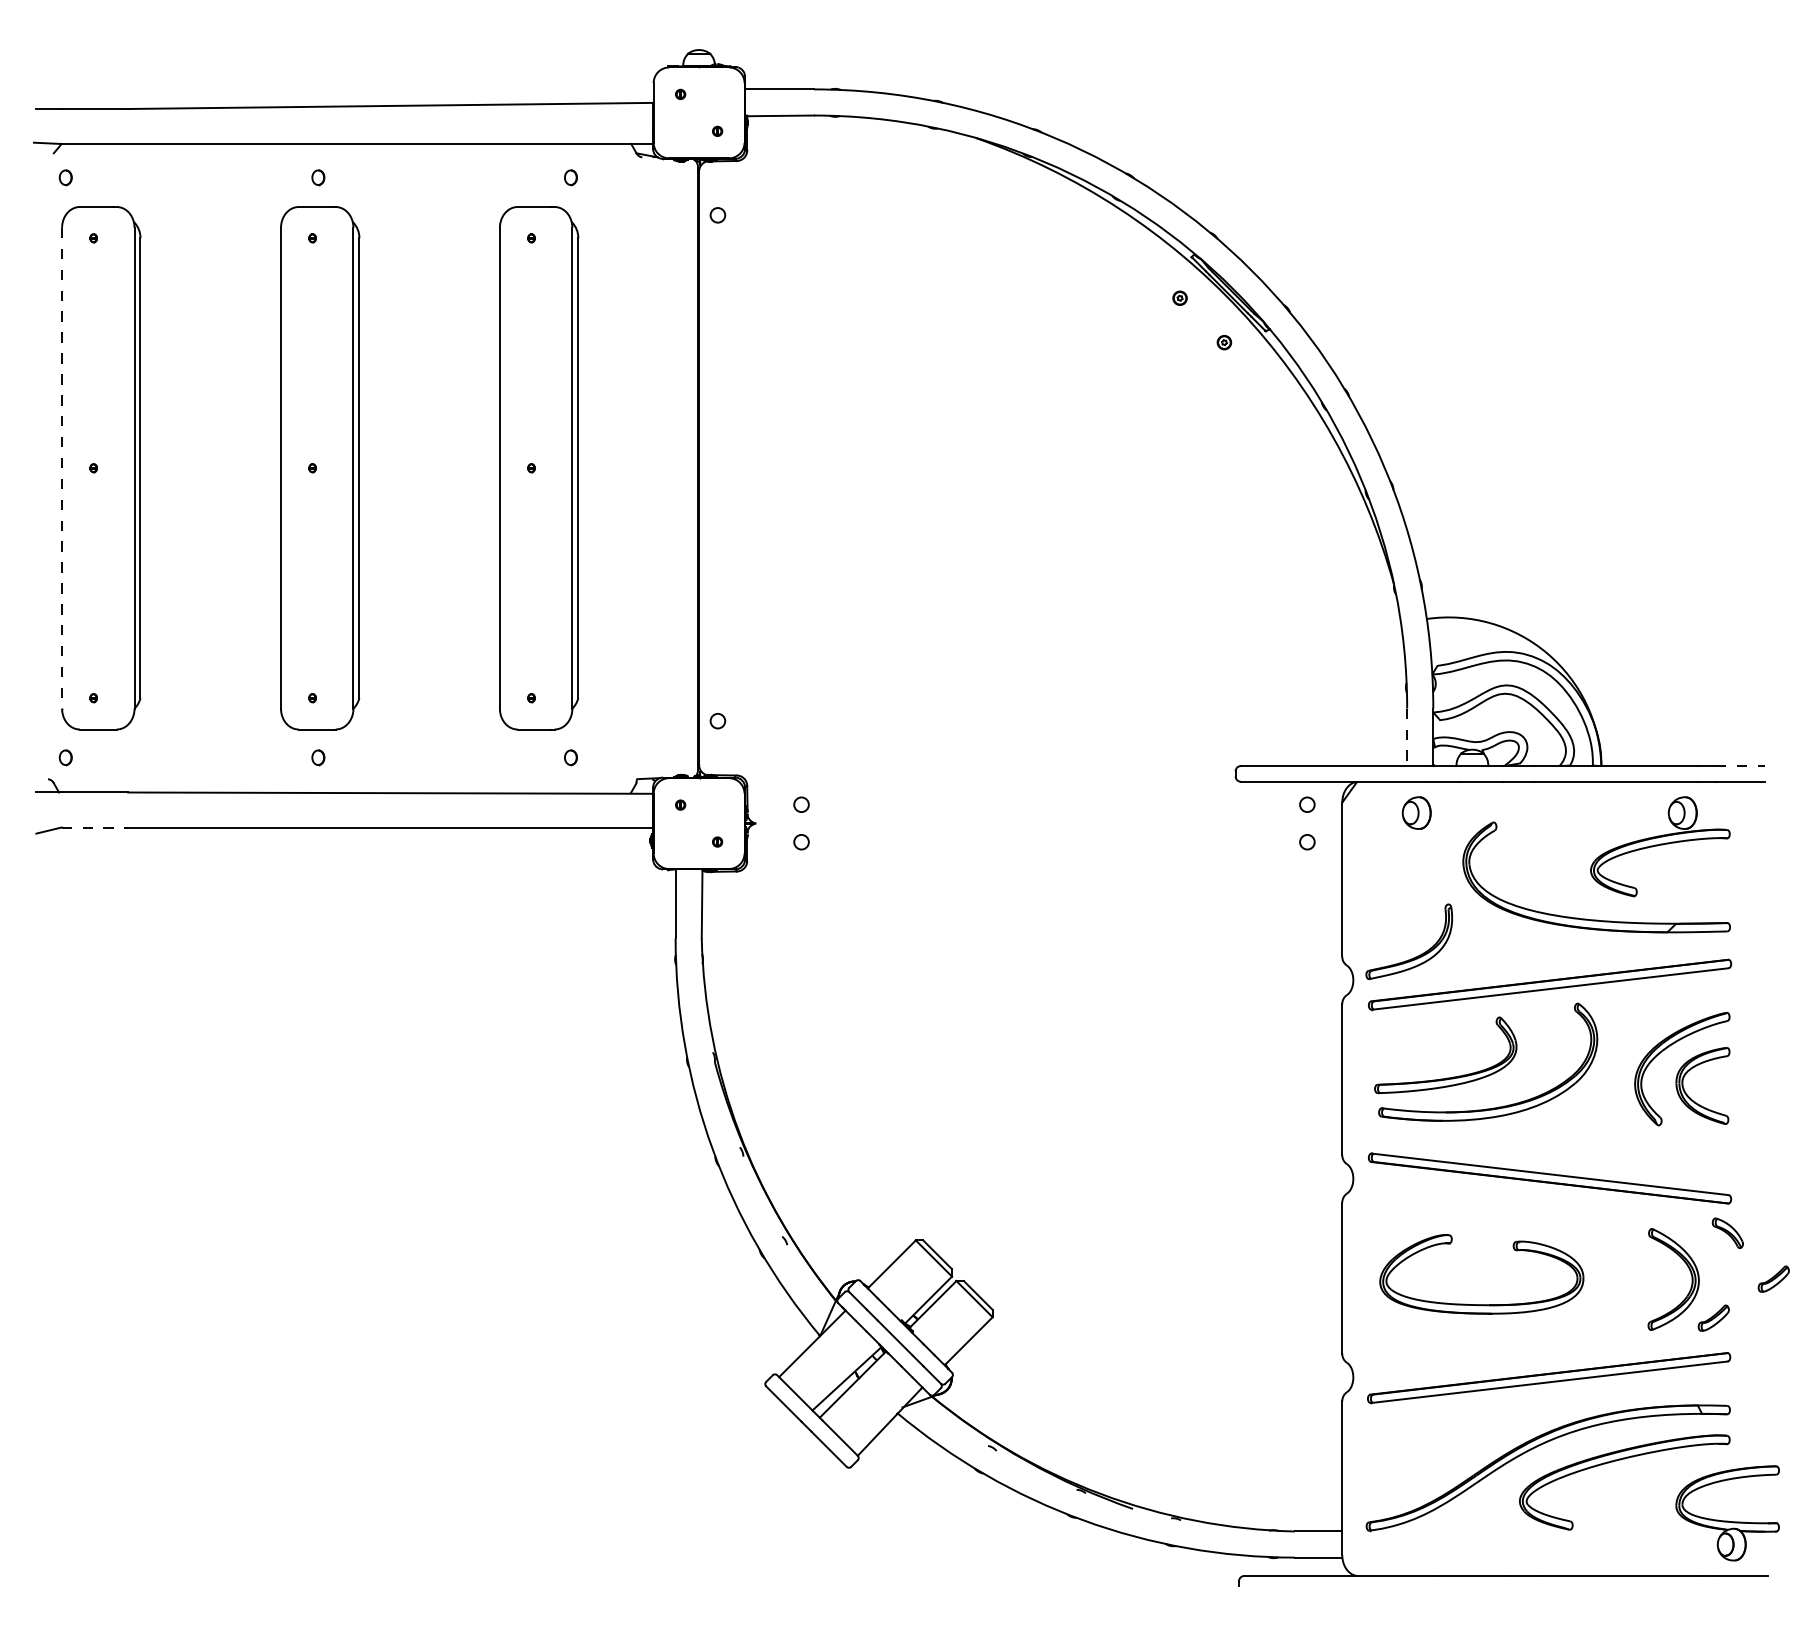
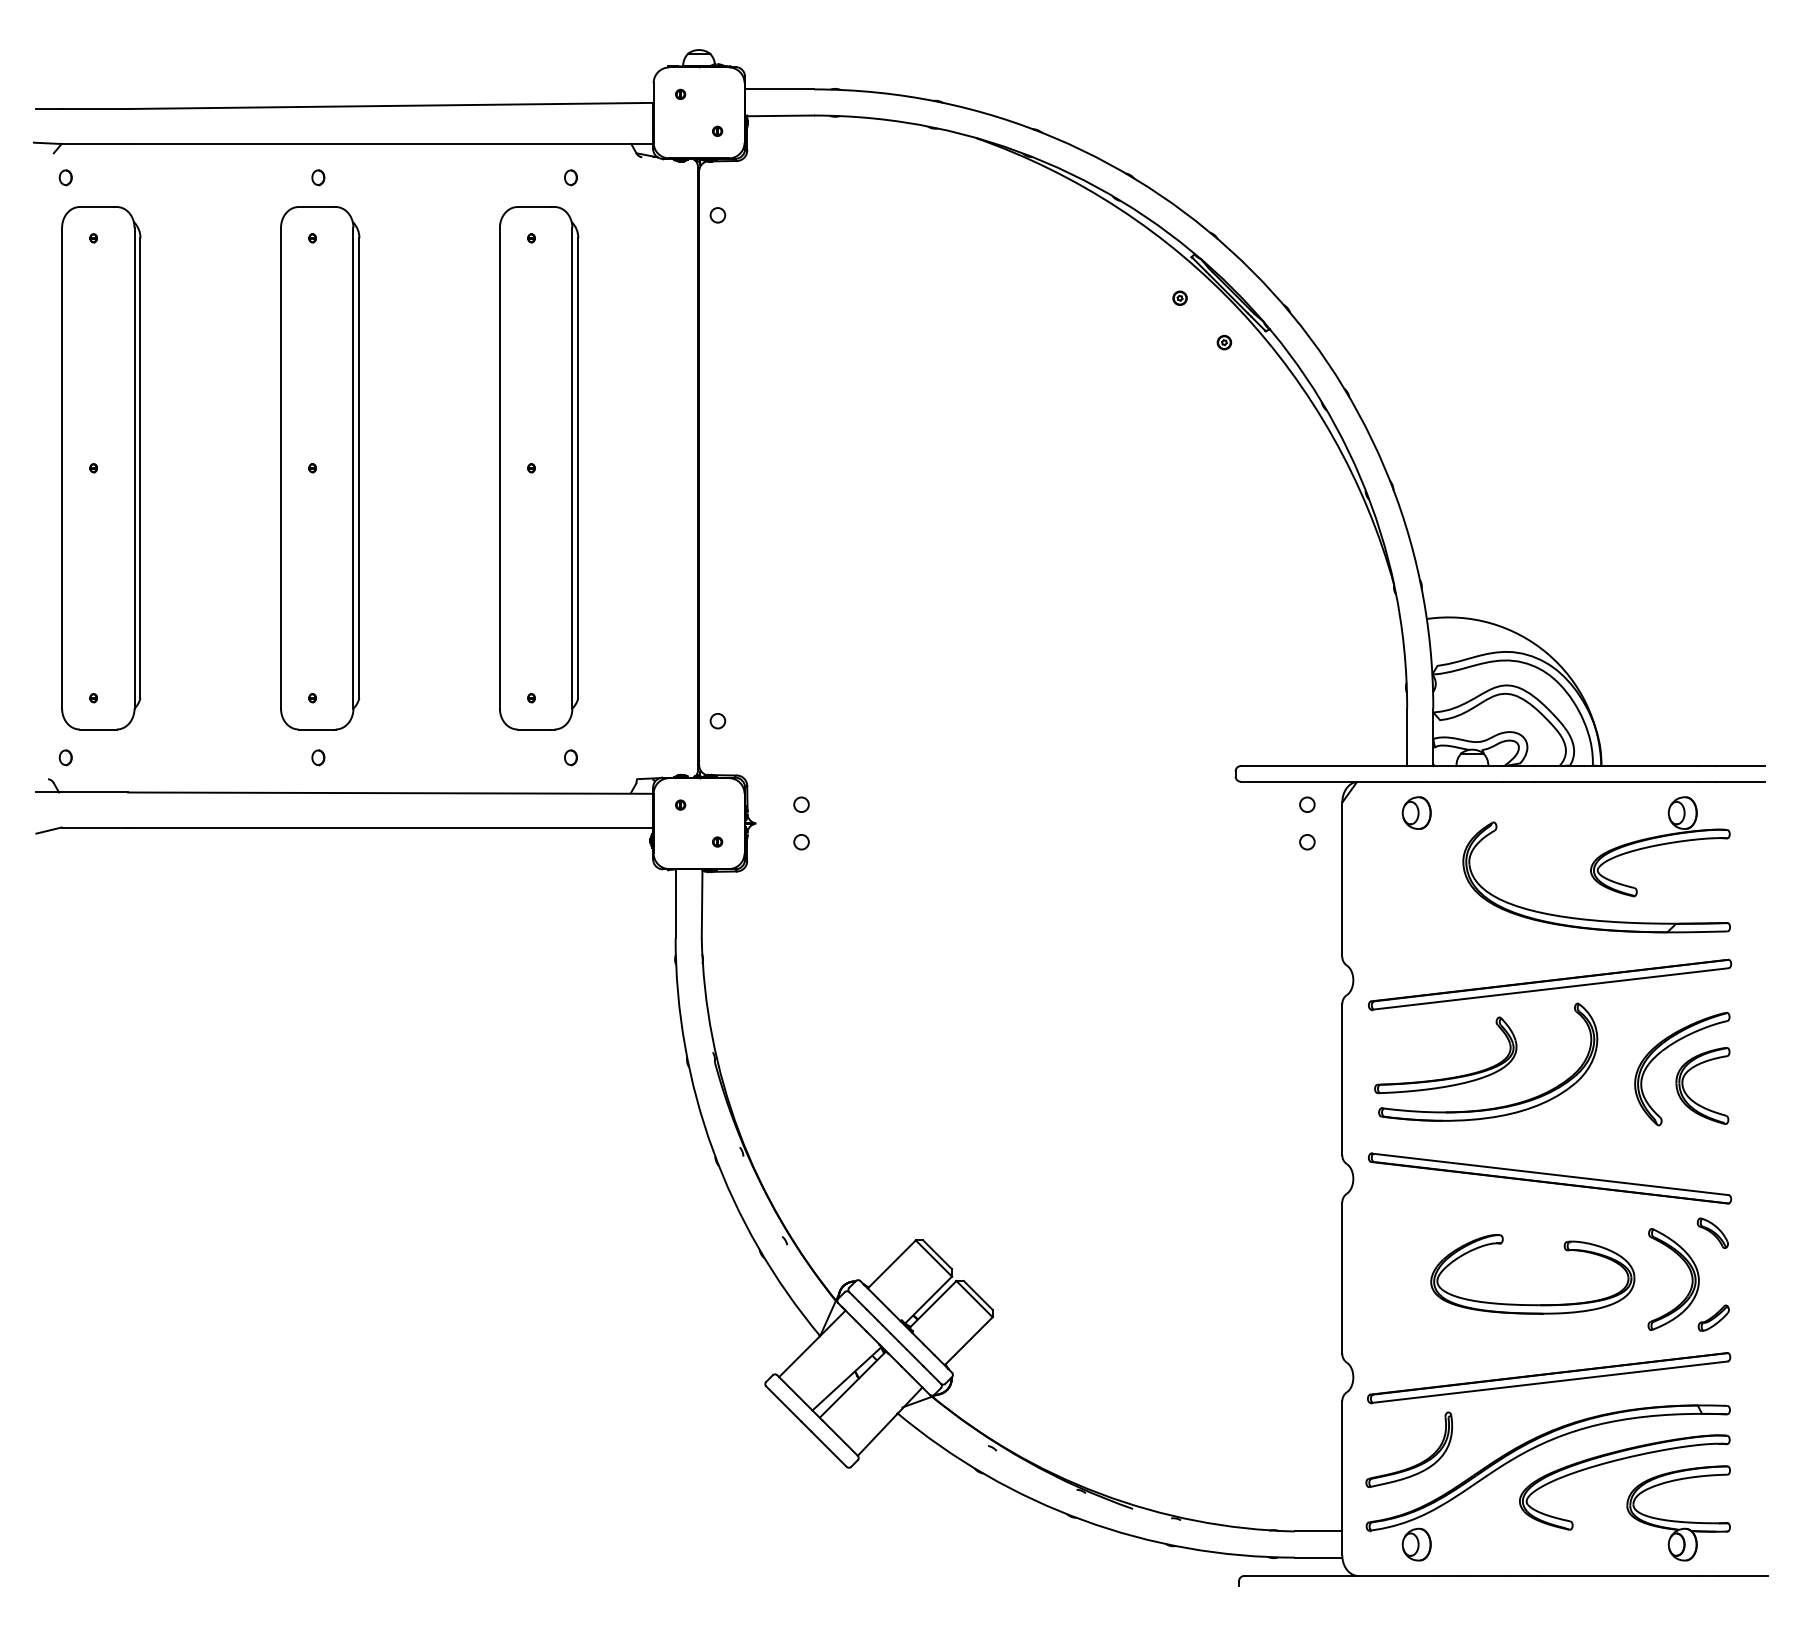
line at (62, 468): dashed -> solid
line at (1407, 737): dashed -> solid
line at (1740, 766): dashed -> solid
line at (95, 827): dashed -> solid
part at (1415, 956) position: (1415, 956) -> (1415, 1464)
part at (1727, 1232) position: (1727, 1232) -> (1712, 1232)
part at (1773, 1278): present -> none
part at (1481, 1304) position: (1481, 1304) -> (1532, 1304)
part at (1727, 1520) position: (1727, 1520) -> (1678, 1520)
part at (1416, 1544): none -> present
